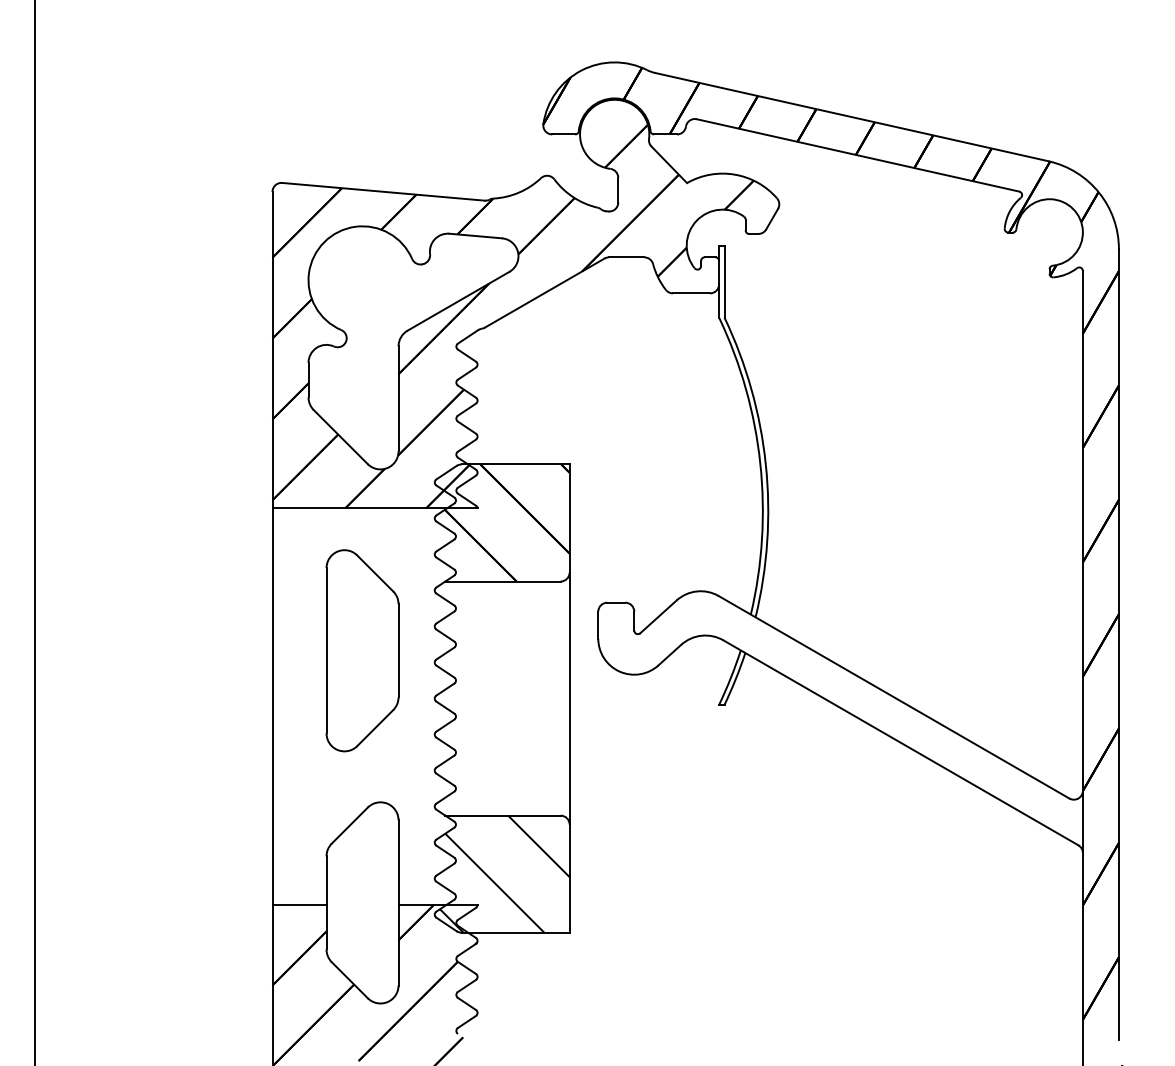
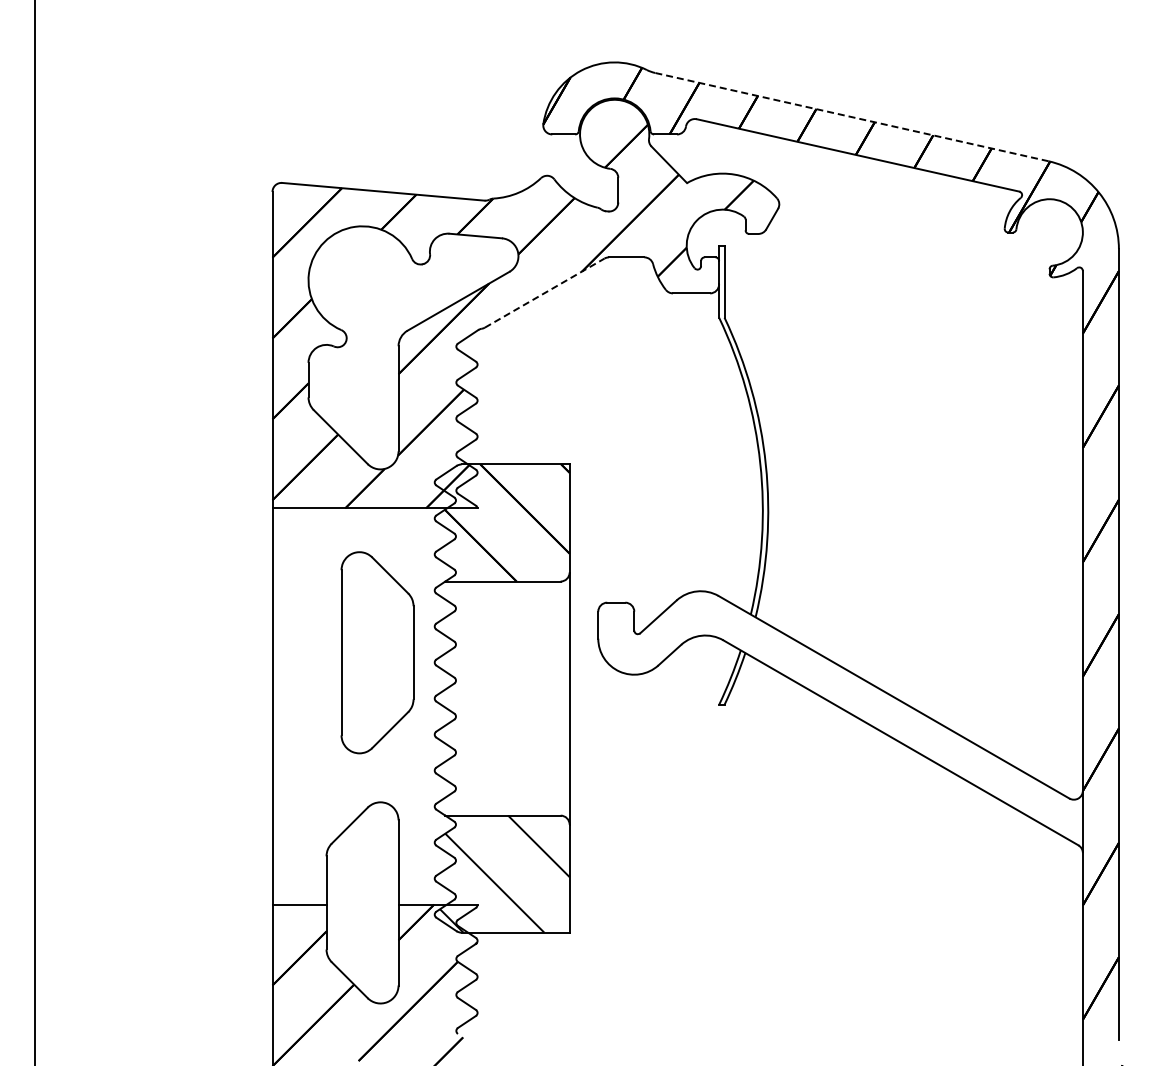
line at (851, 117): solid -> dashed
line at (545, 292): solid -> dashed
part at (362, 650) position: (362, 650) -> (377, 652)
